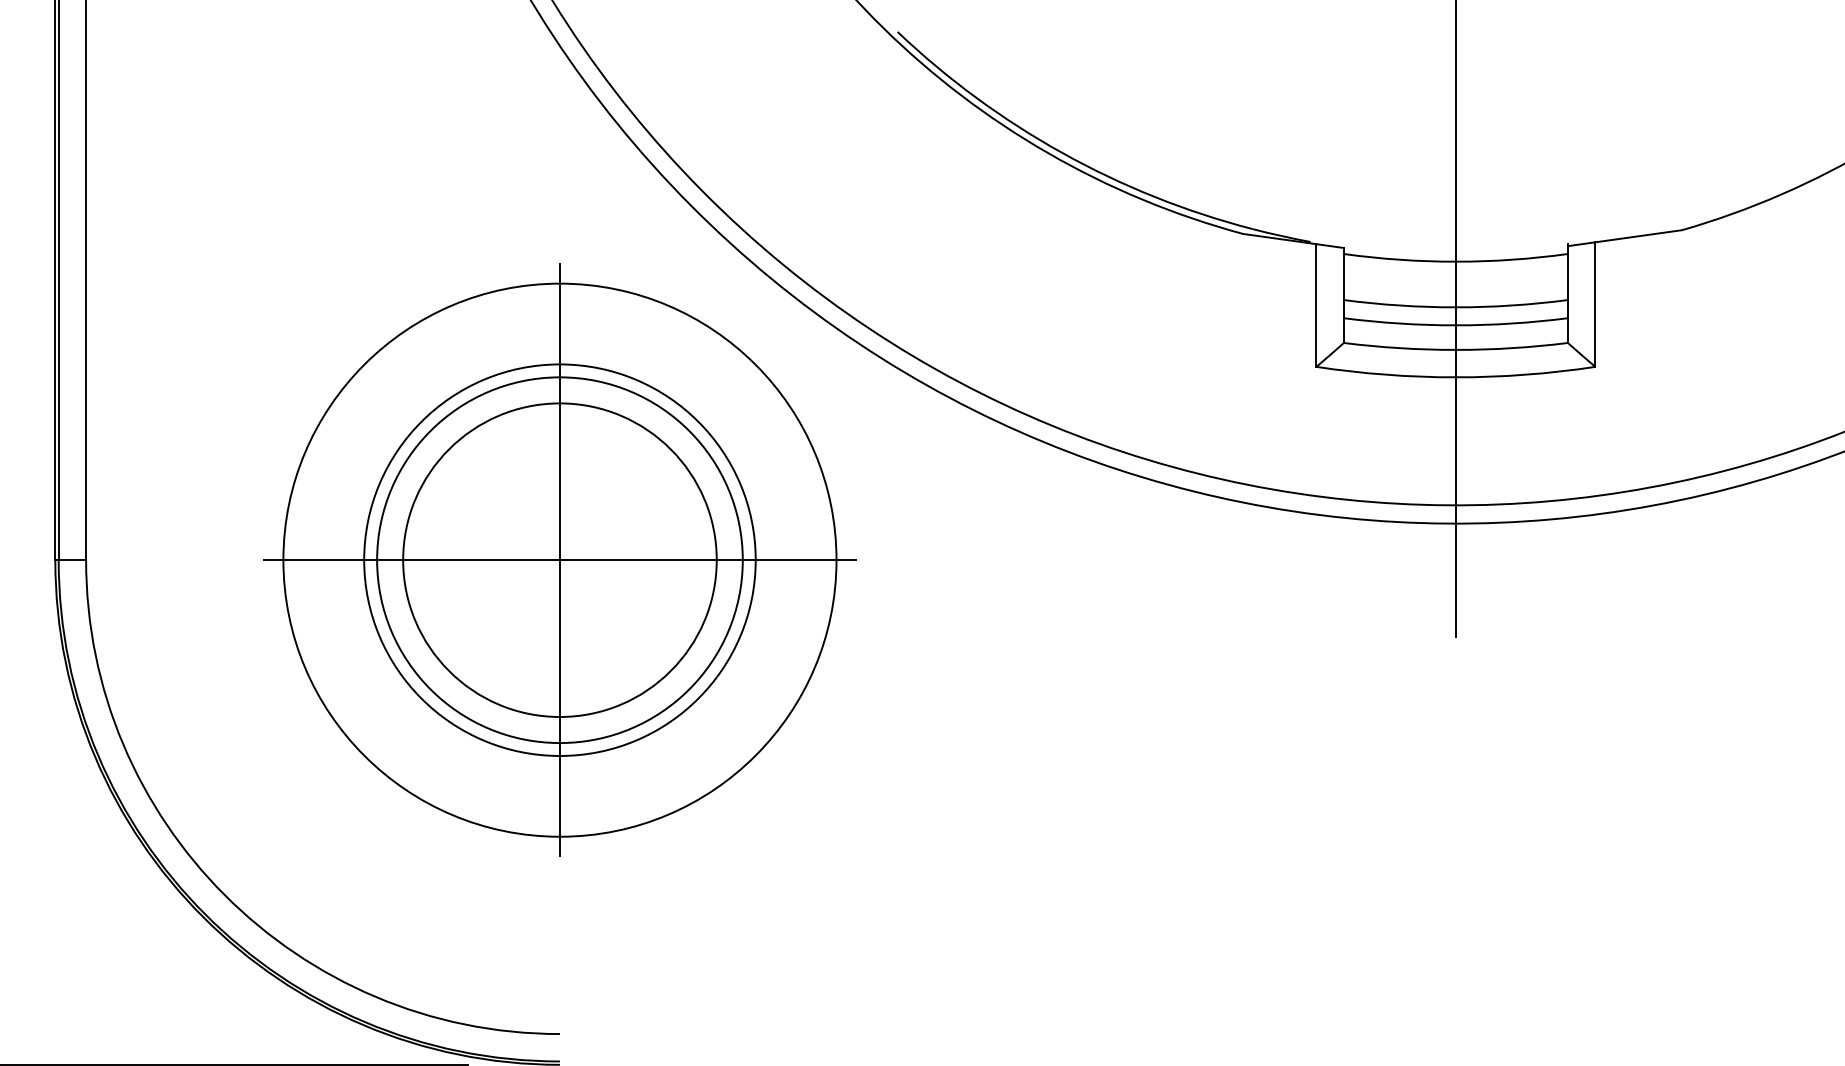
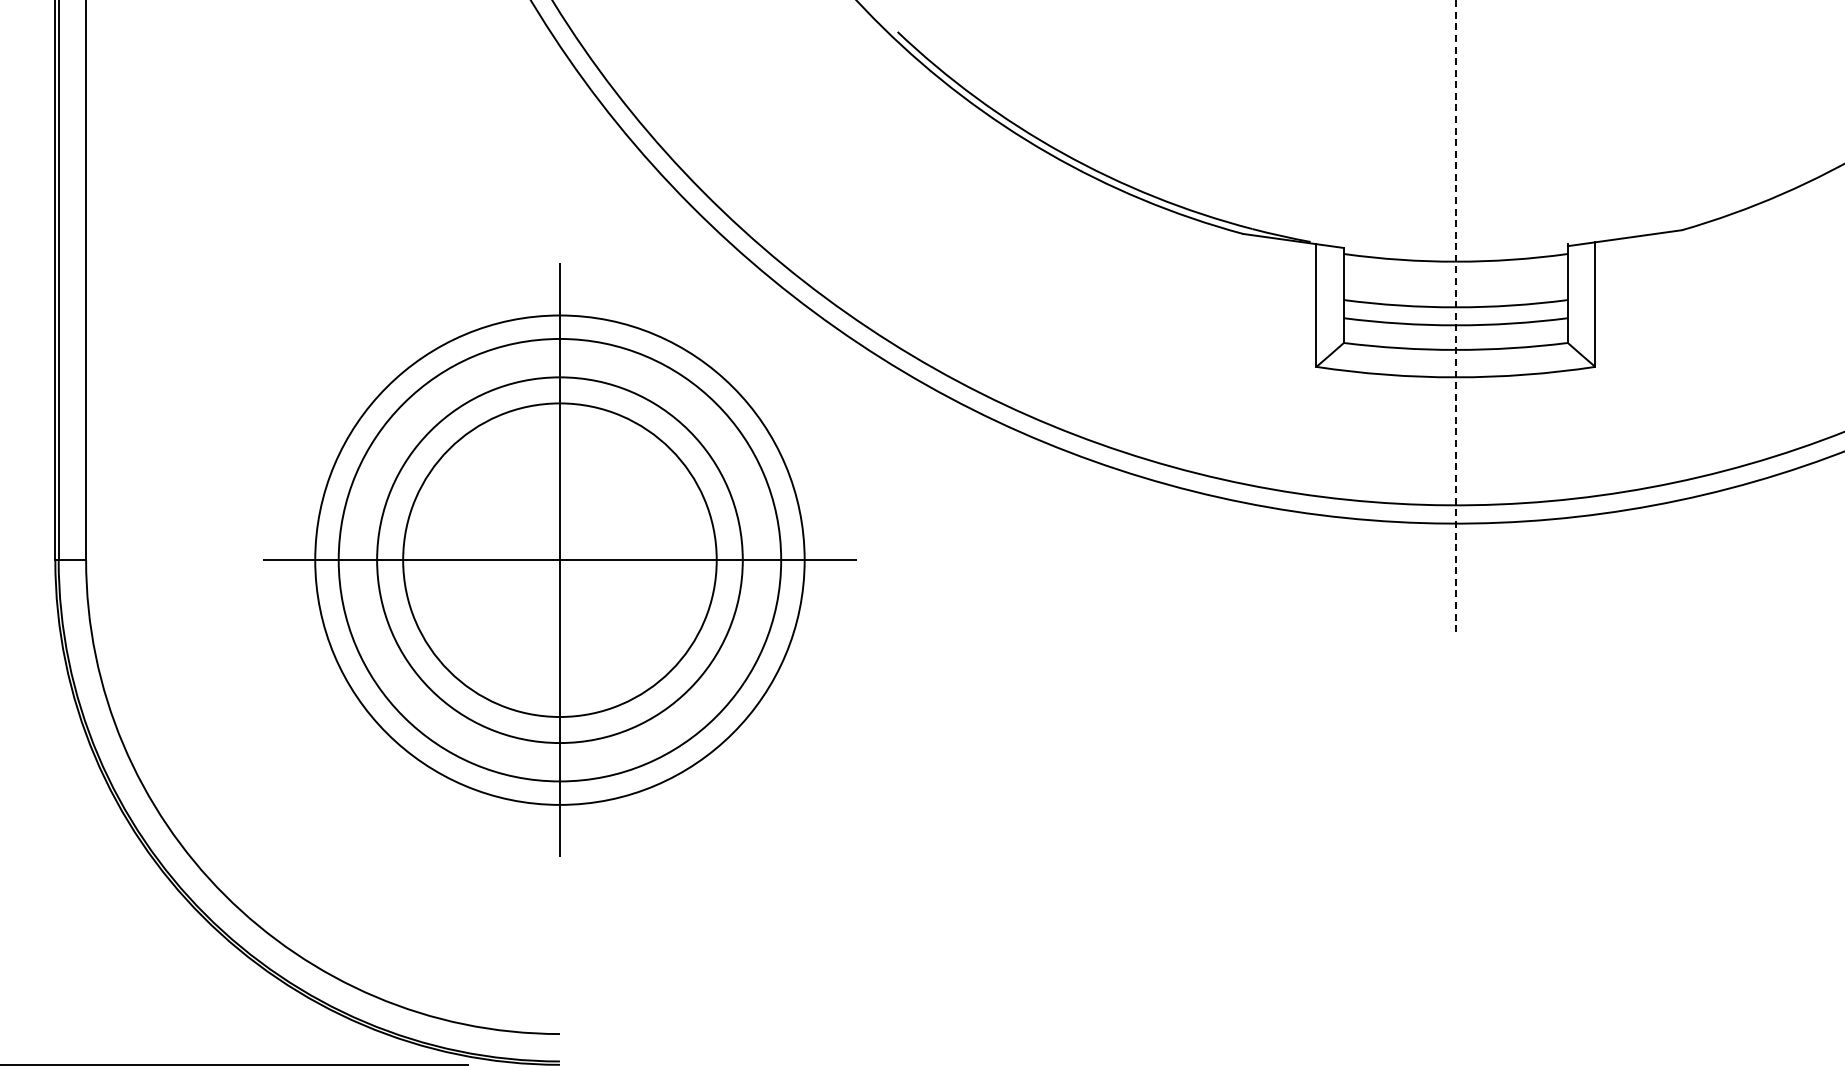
line at (1455, 319): solid -> dashed
circle at (559, 559) diameter: 392 px -> 489 px
circle at (559, 559) diameter: 553 px -> 442 px
